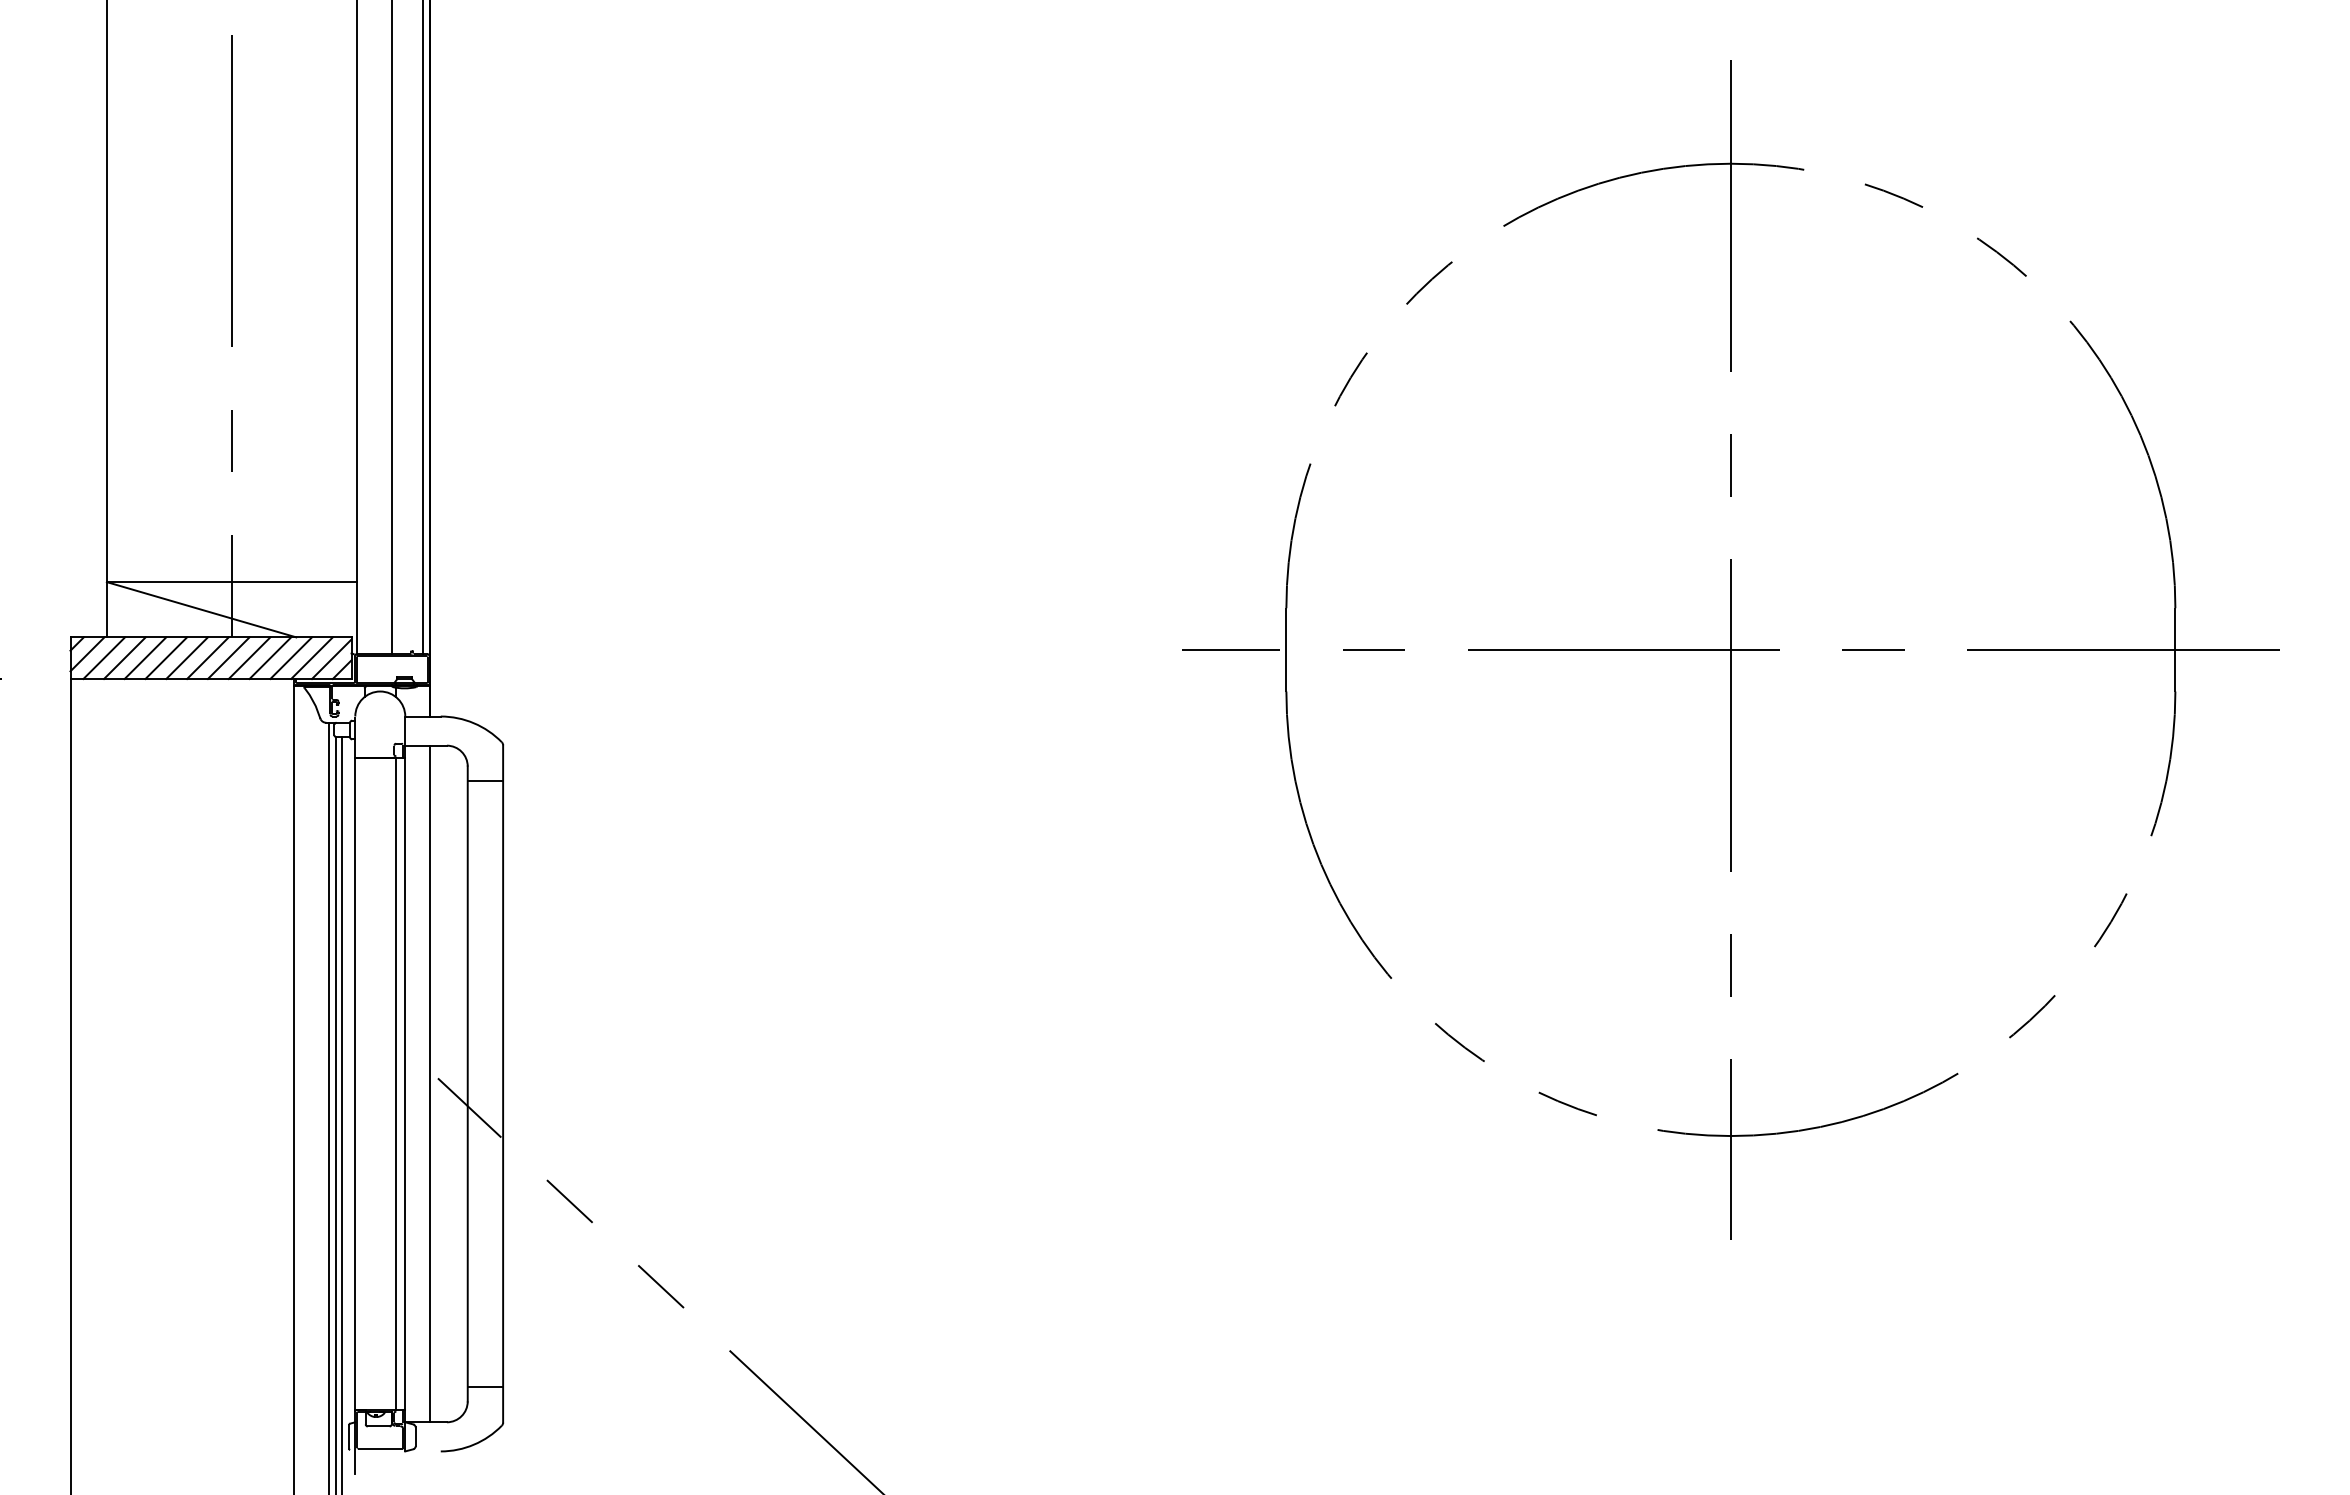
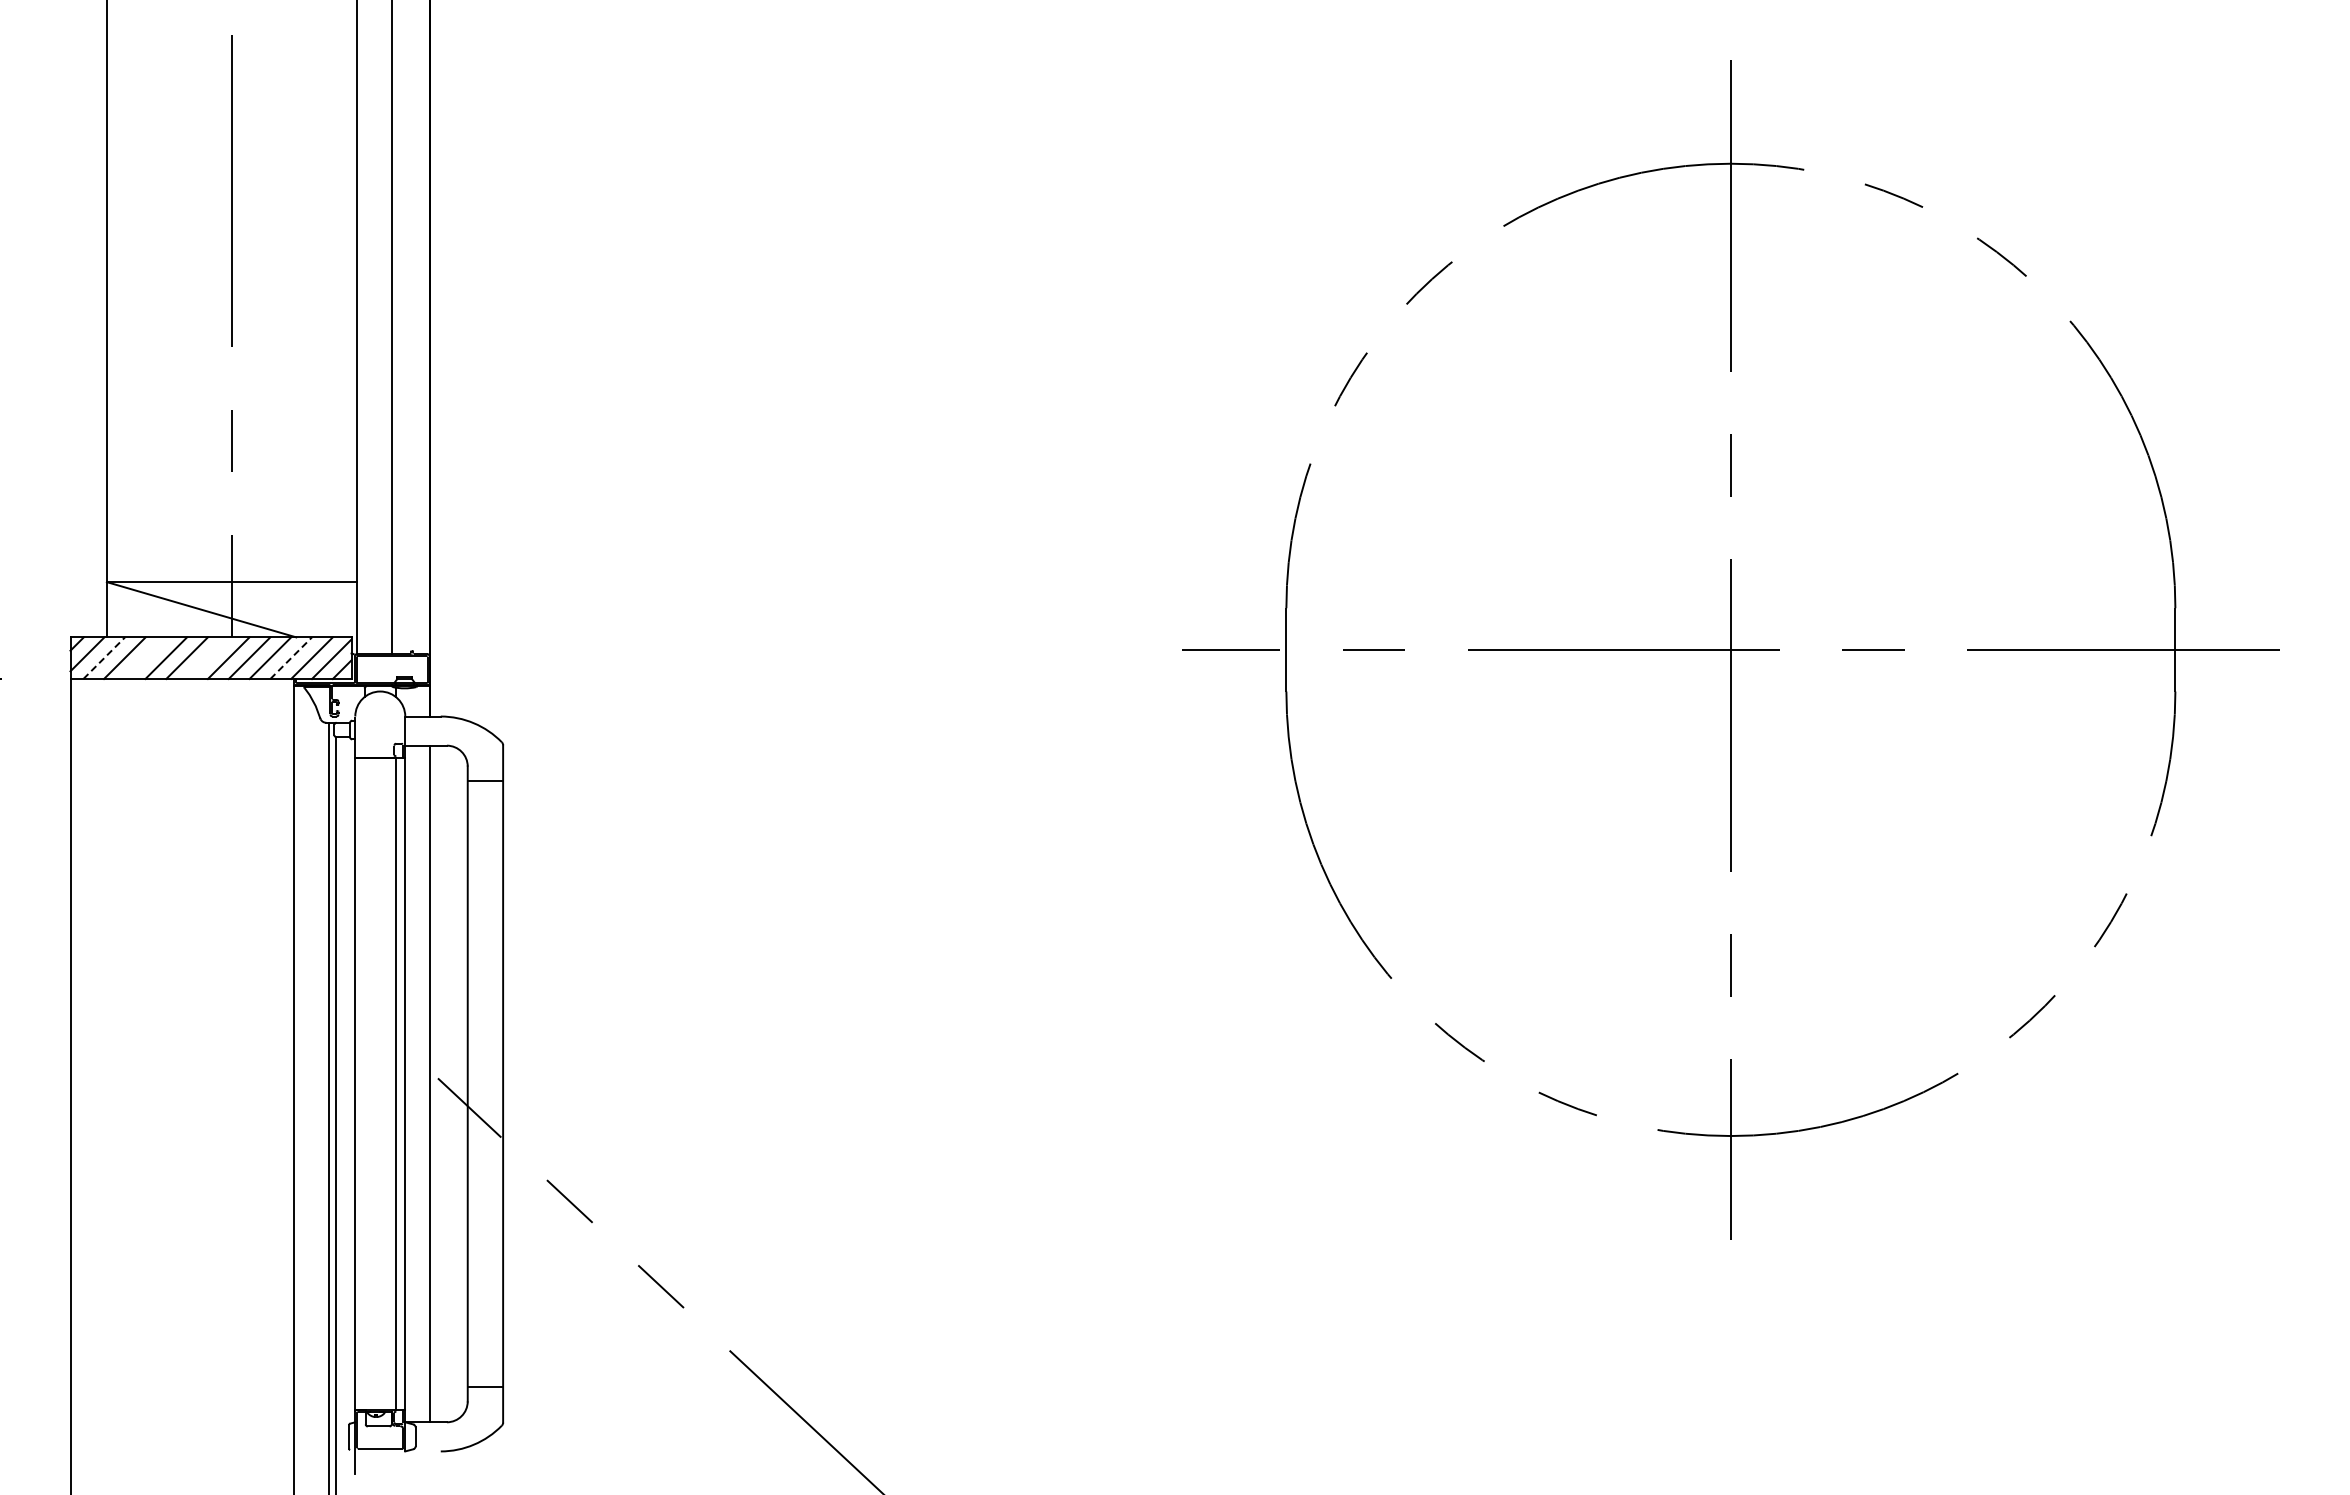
line at (423, 328): present -> none
line at (104, 657): solid -> dashed
line at (291, 657): solid -> dashed
line at (145, 658): present -> none
line at (207, 658): present -> none
line at (341, 1114): present -> none
